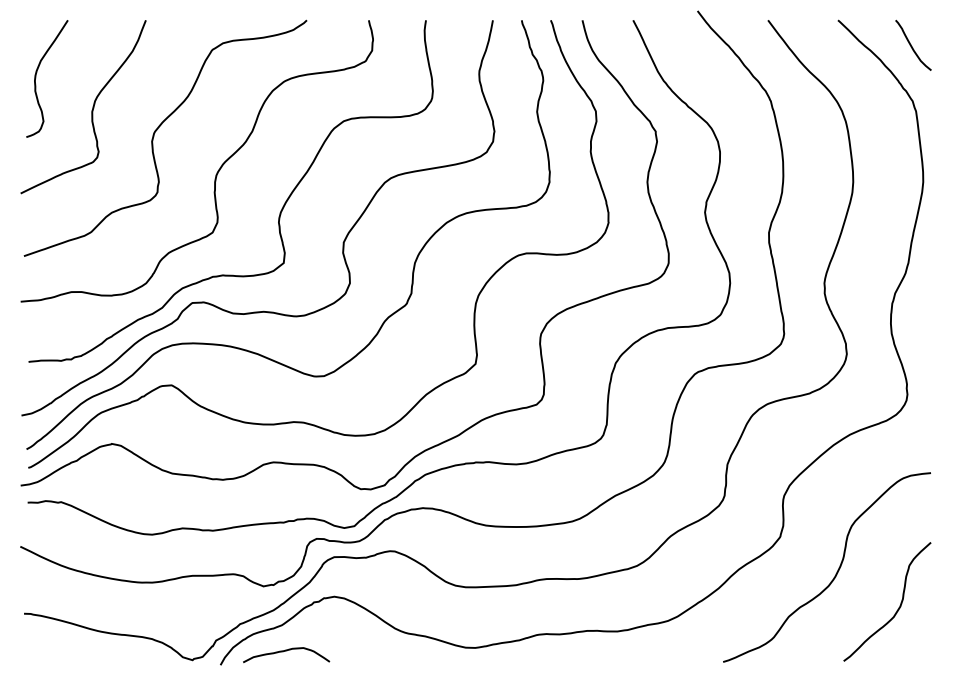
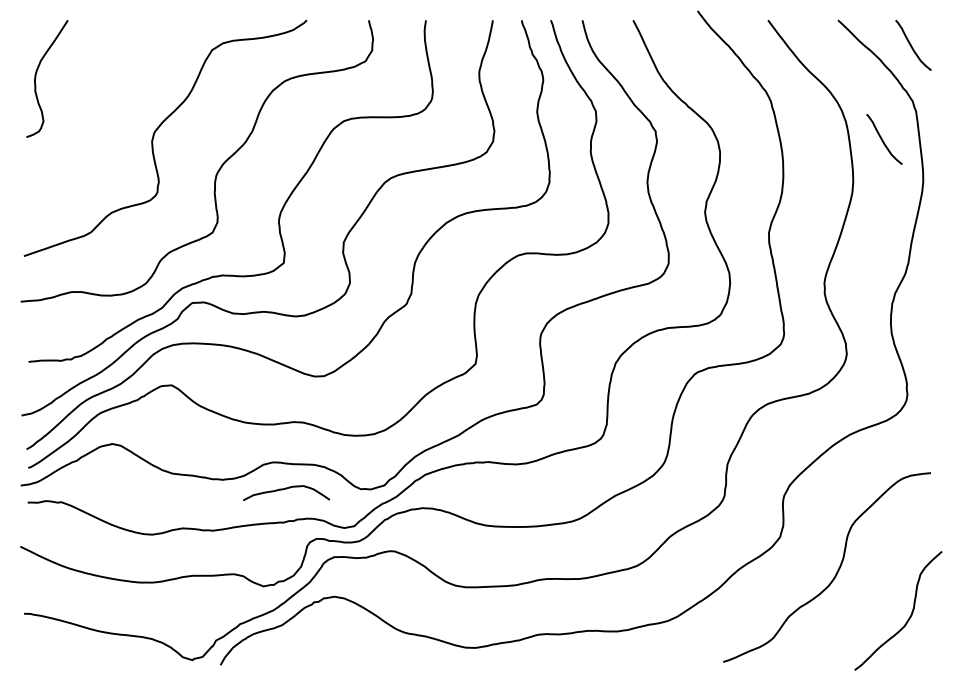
curve at (91, 110): present -> none
curve at (882, 138): none -> present
curve at (898, 607) position: (898, 607) -> (909, 616)
curve at (286, 651) position: (286, 651) -> (286, 489)
